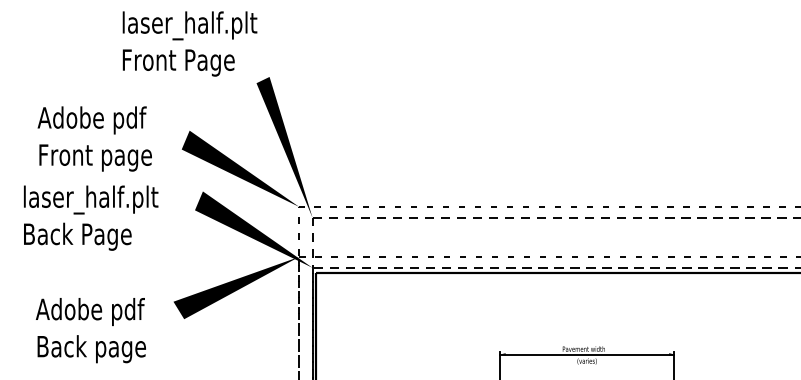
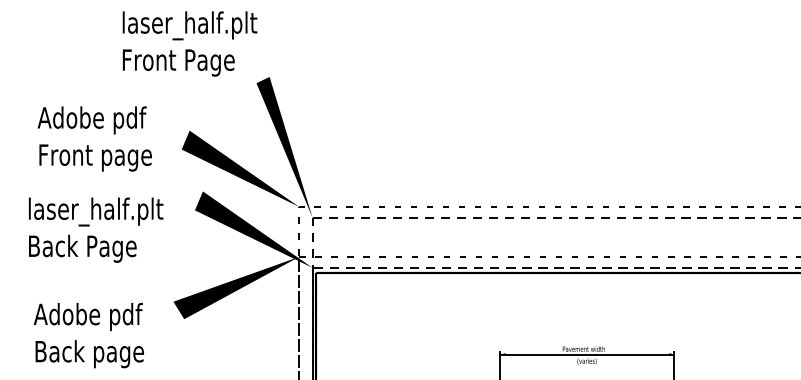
text at (91, 217) position: (91, 217) -> (96, 229)
text at (90, 330) position: (90, 330) -> (88, 335)
